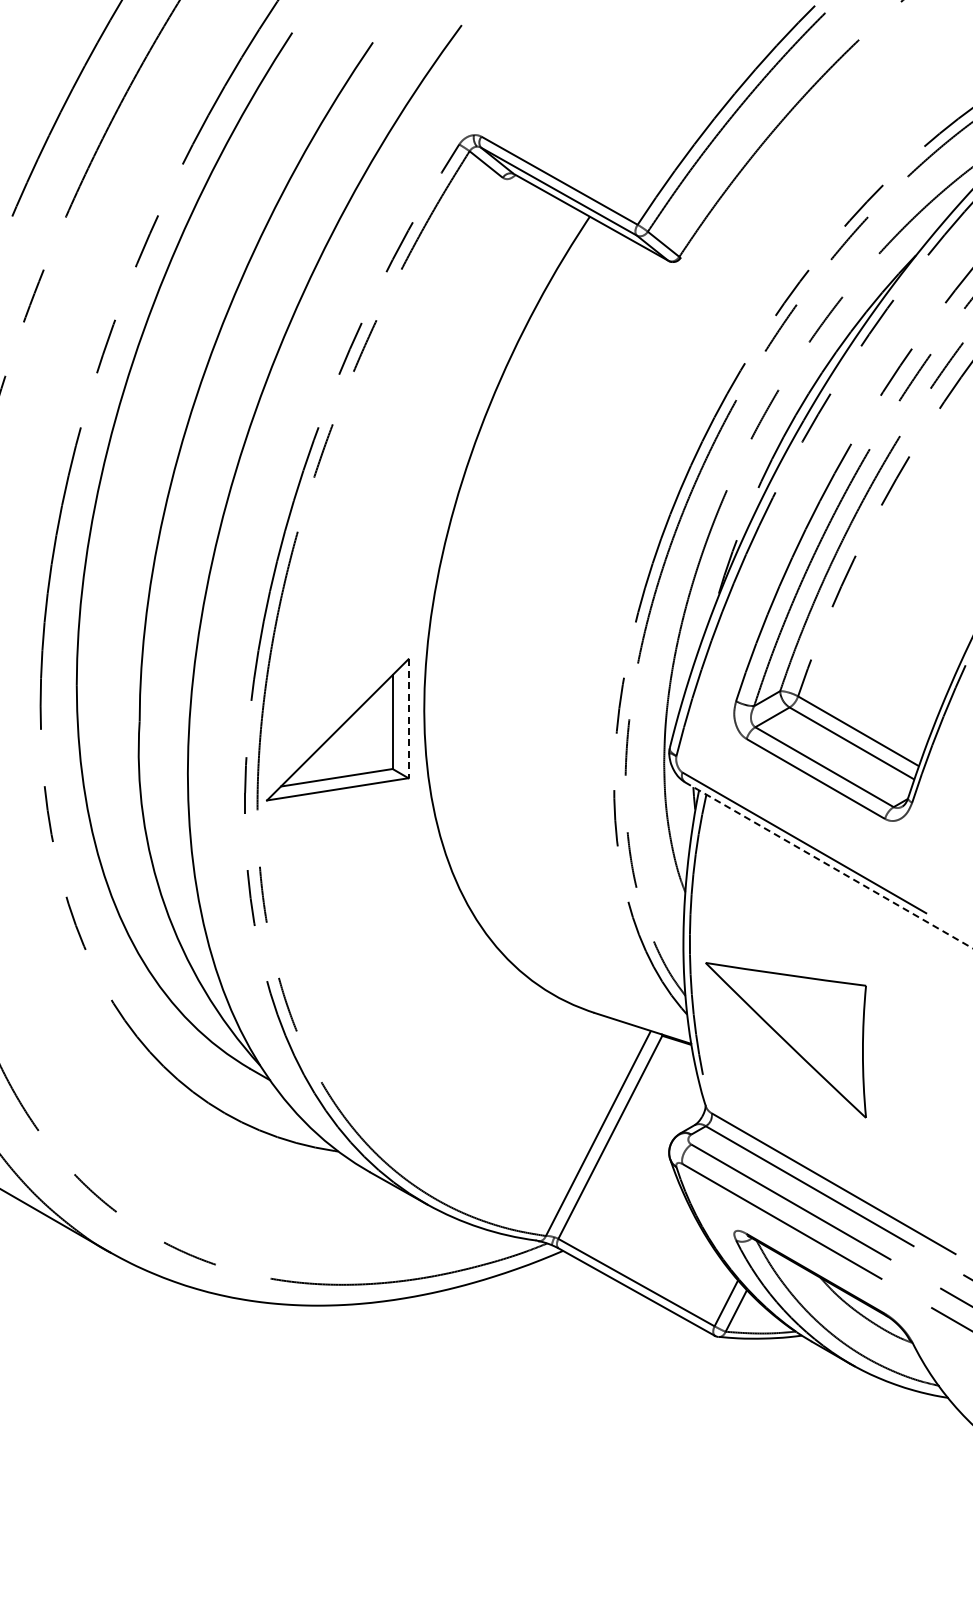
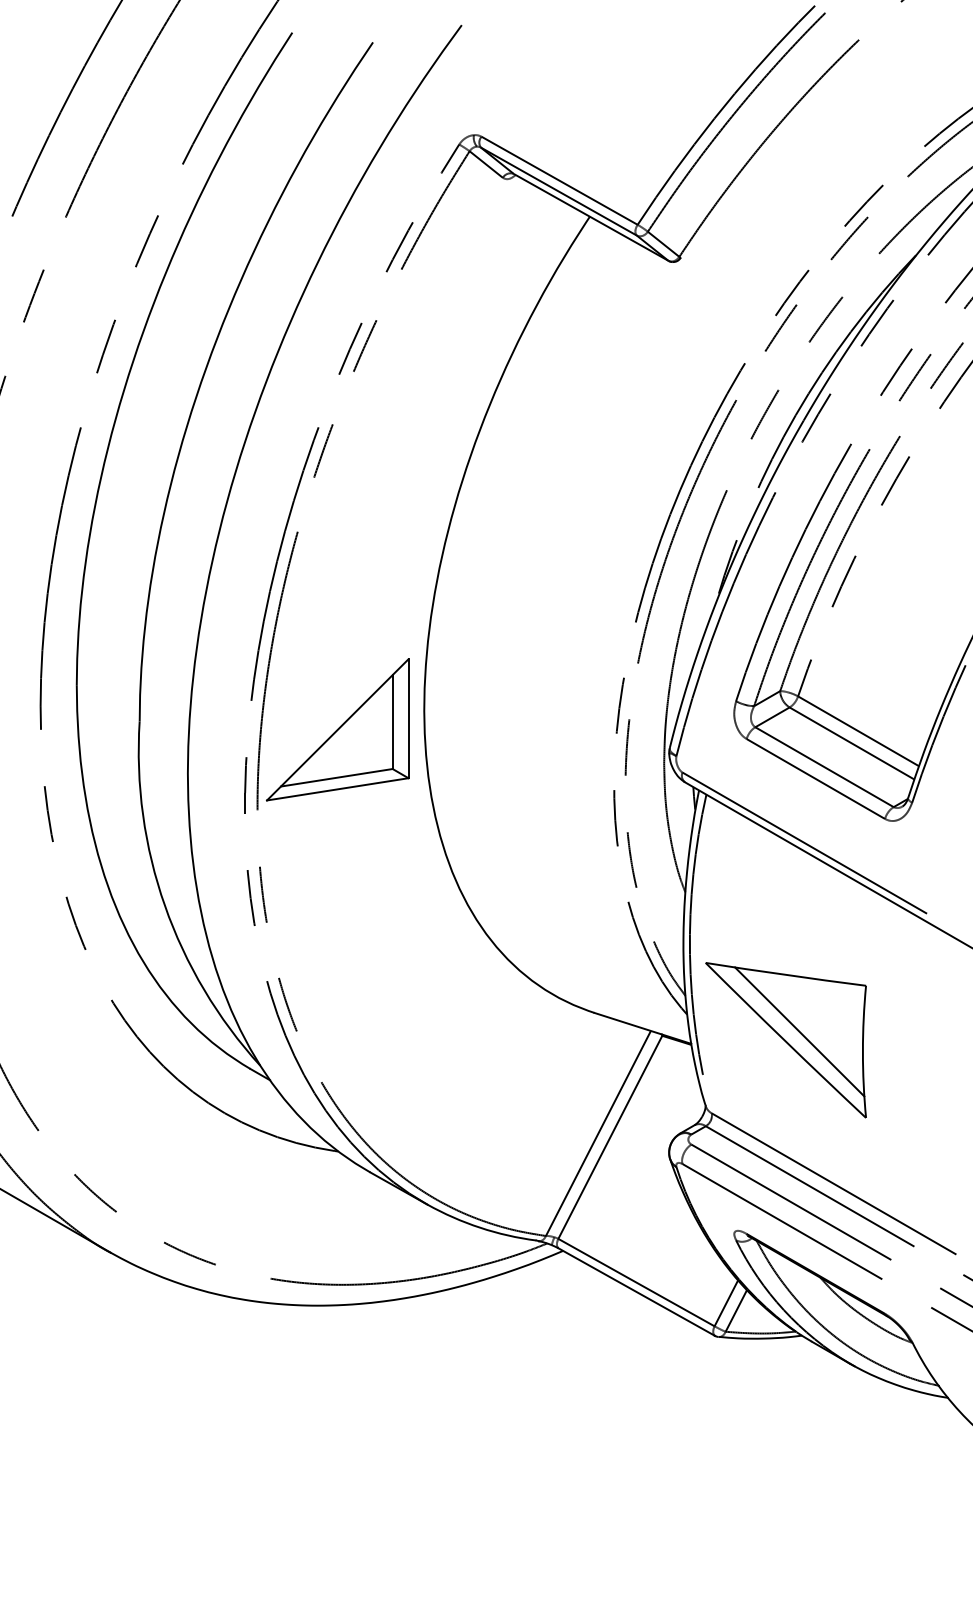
line at (408, 719): dashed -> solid
line at (828, 865): dashed -> solid
line at (799, 1031): none -> present
